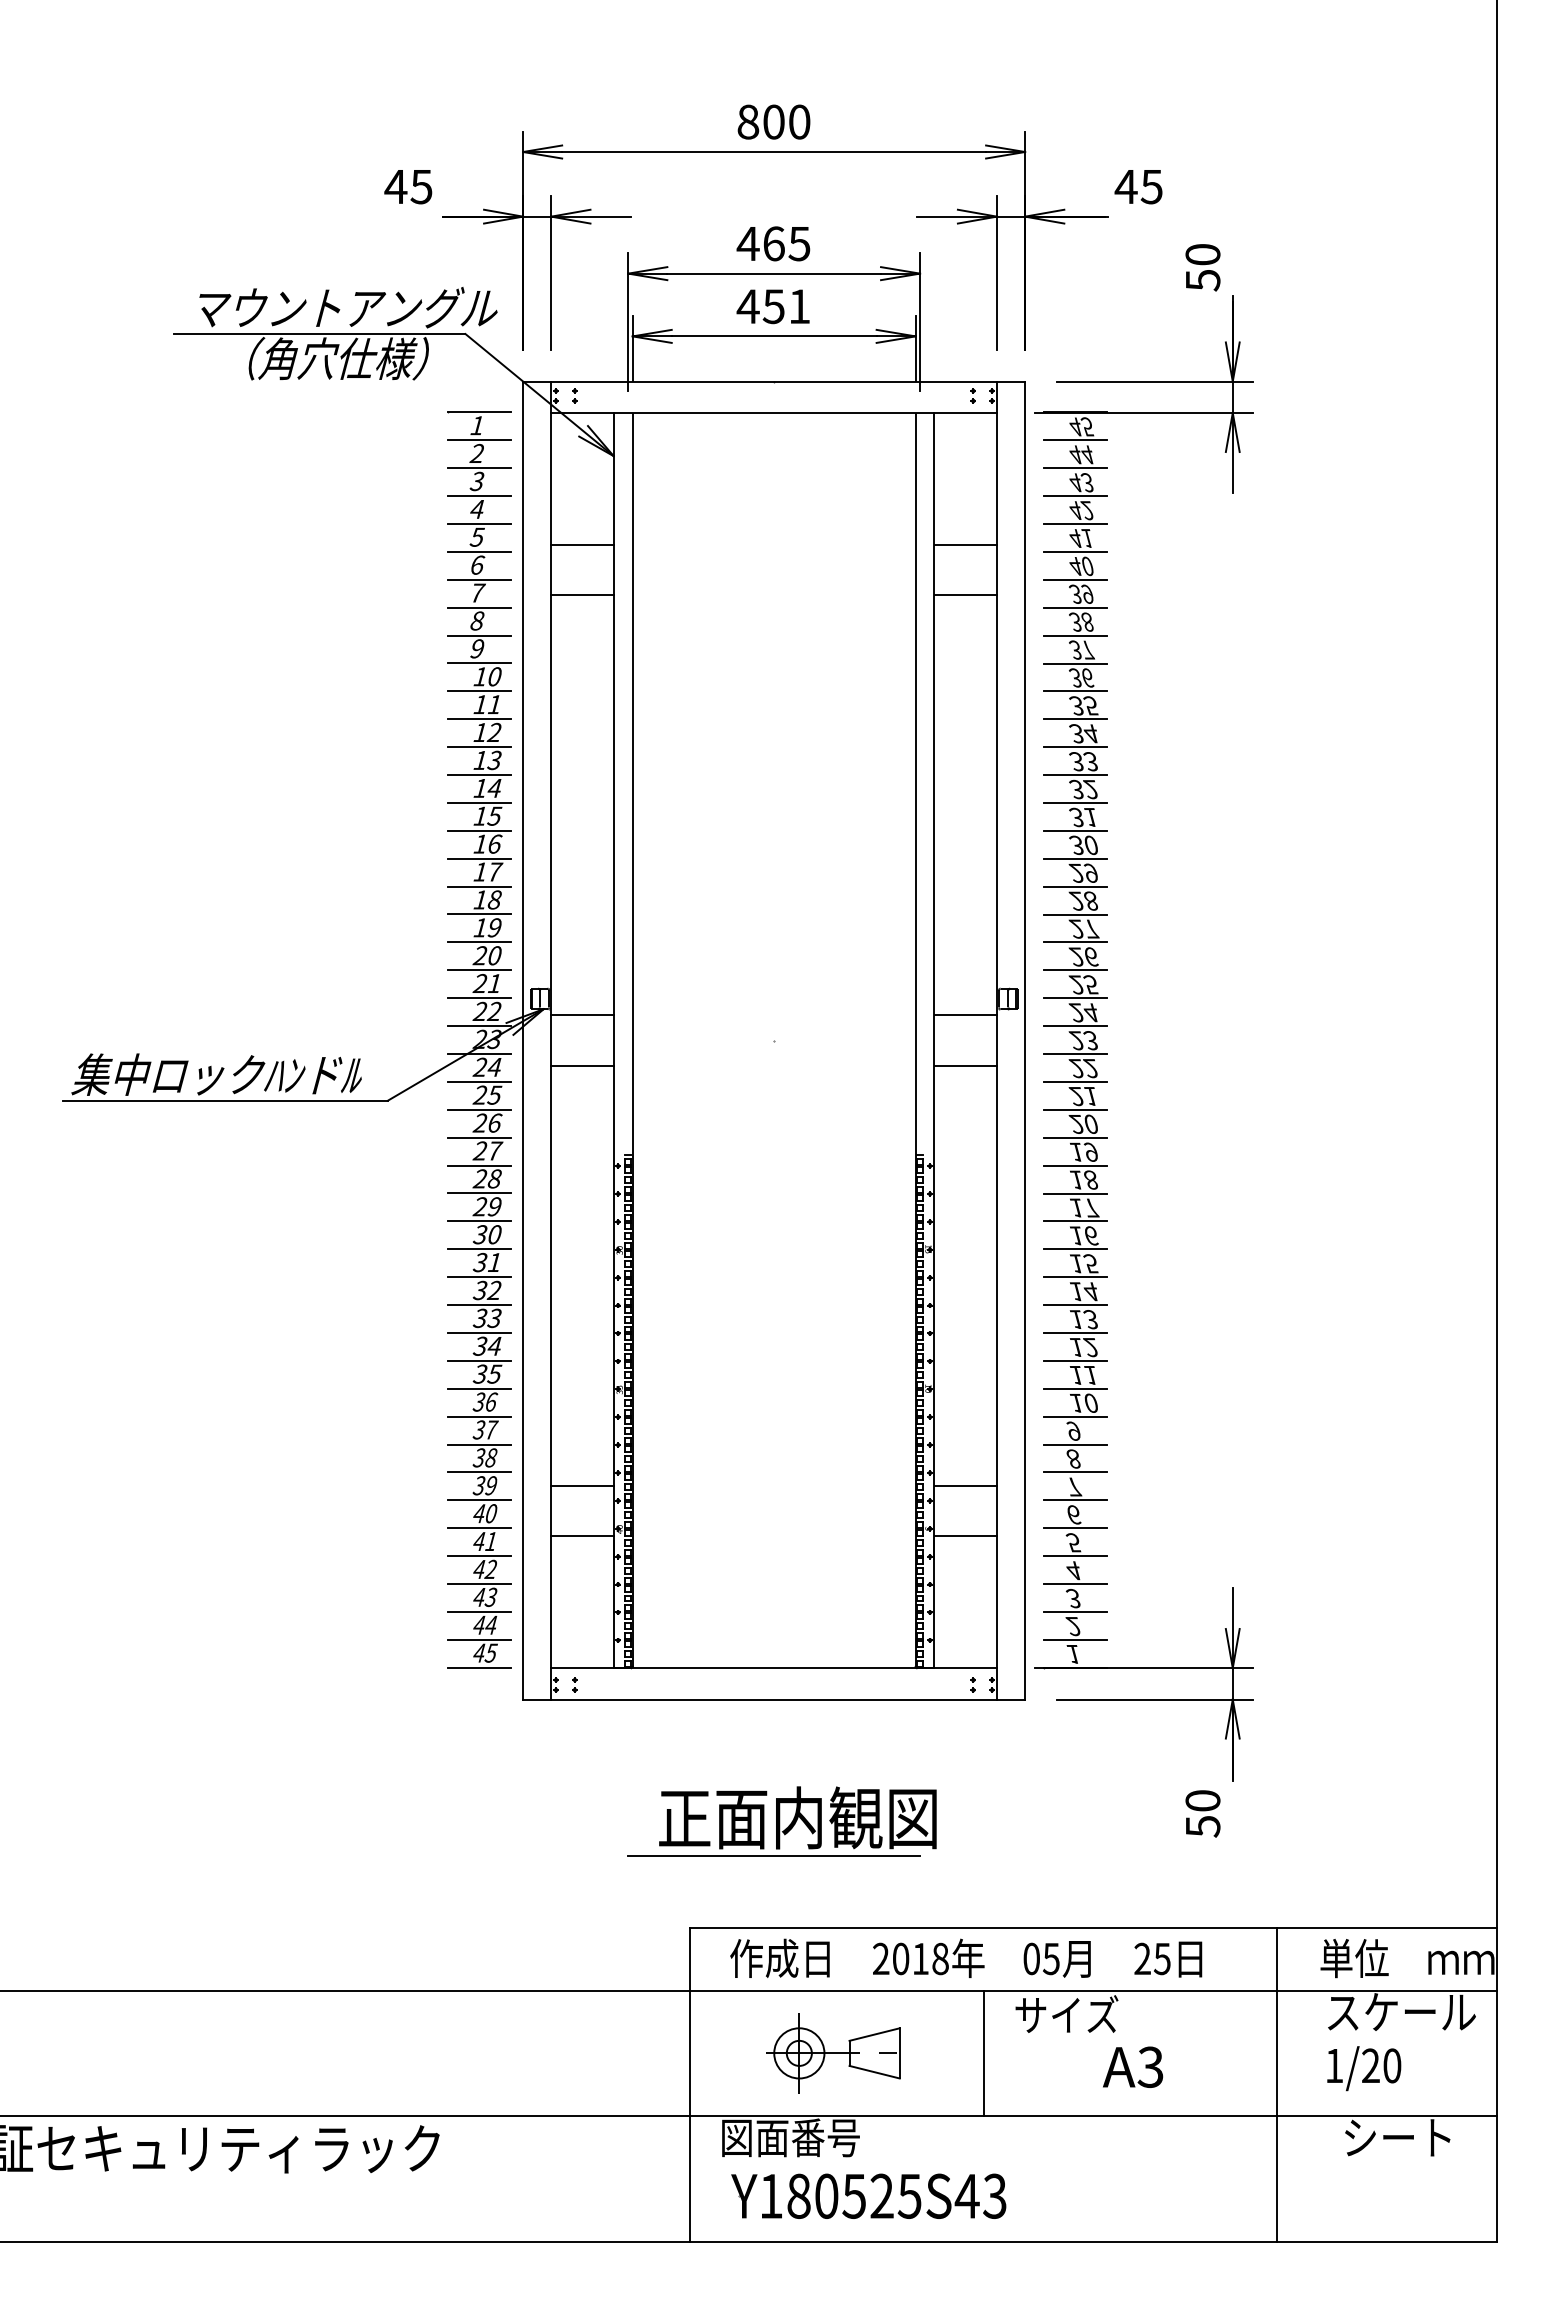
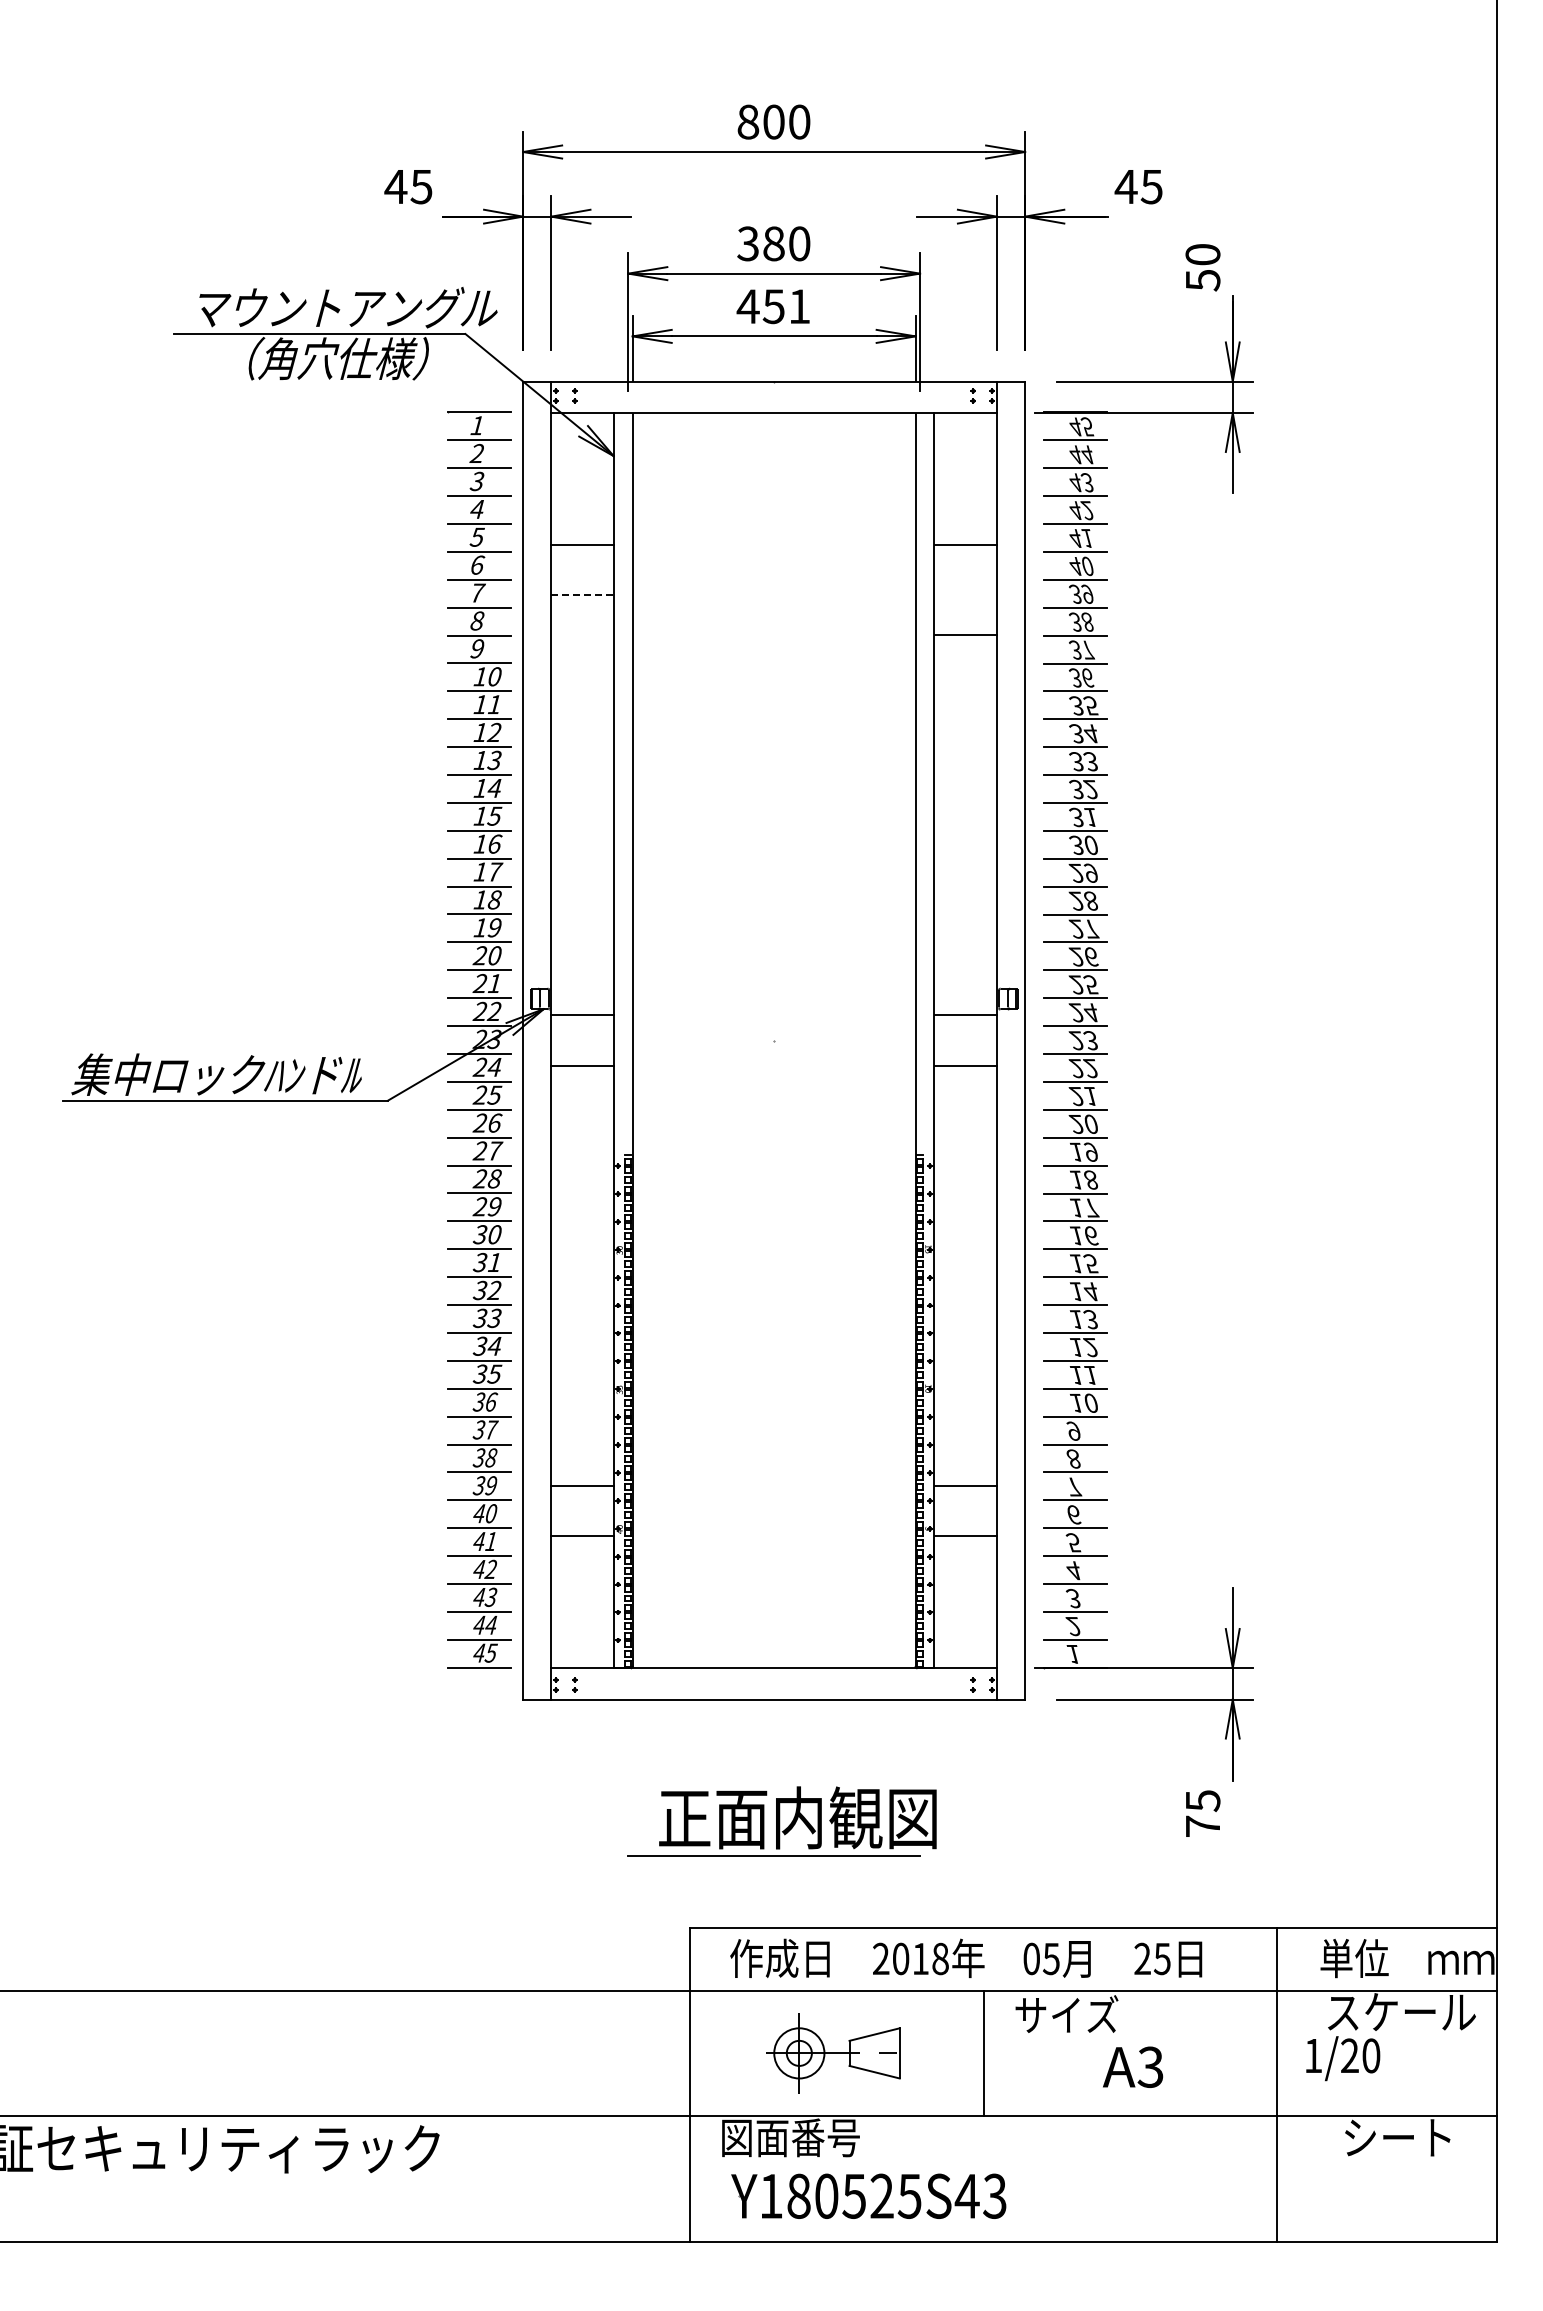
text at (773, 243): 465 -> 380
line at (583, 594): solid -> dashed
line at (965, 594) position: (965, 594) -> (965, 634)
text at (1202, 1813): 50 -> 75
text at (1364, 2068) position: (1364, 2068) -> (1343, 2058)
